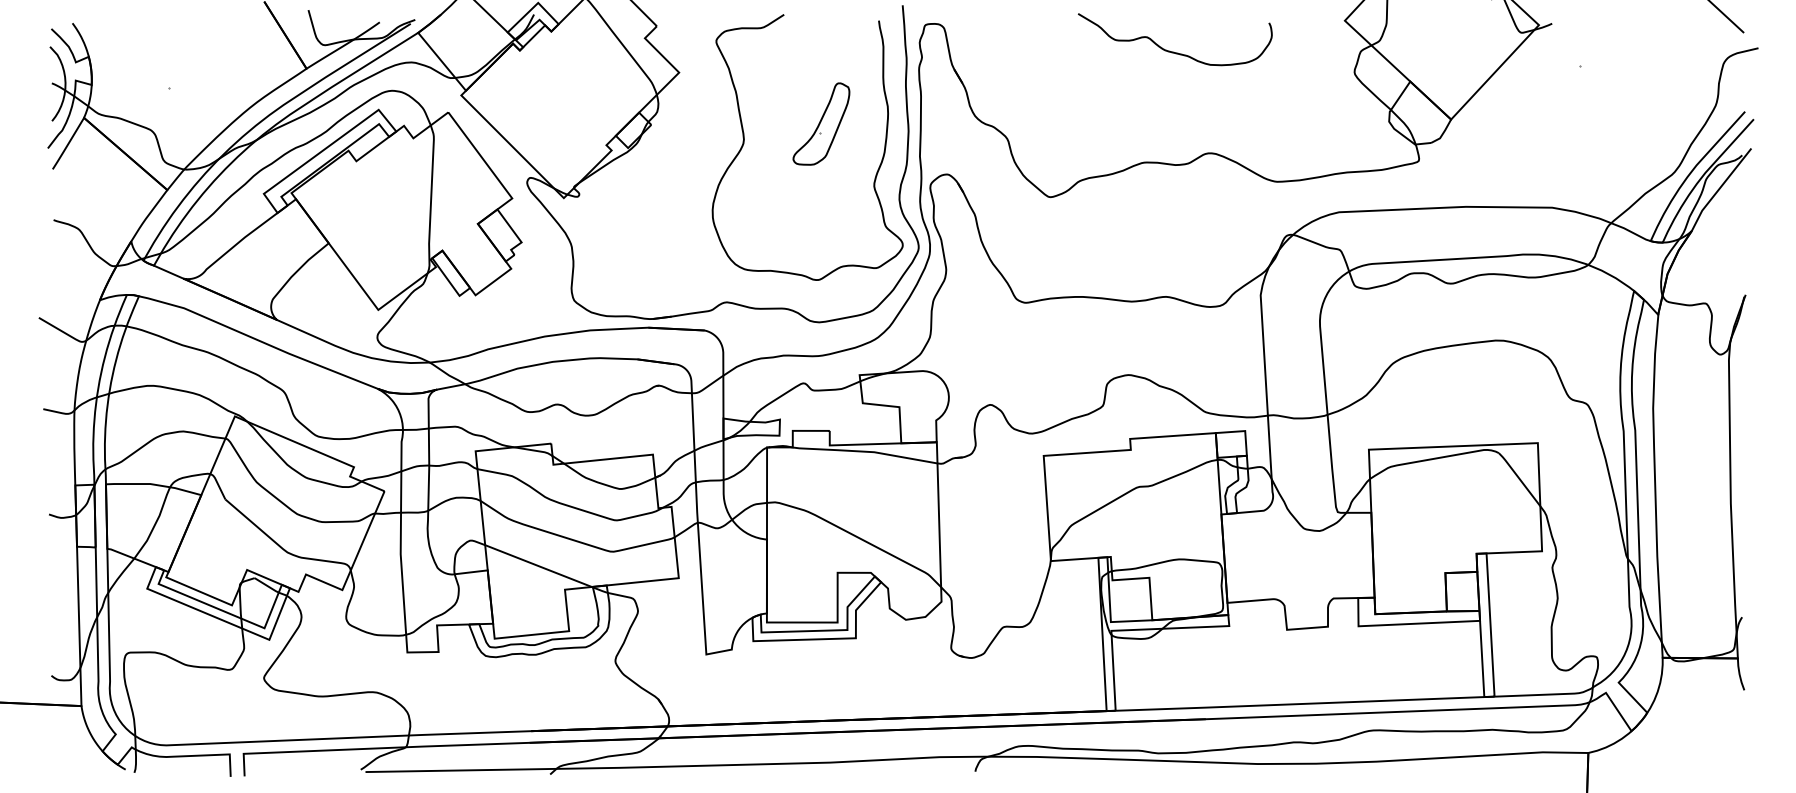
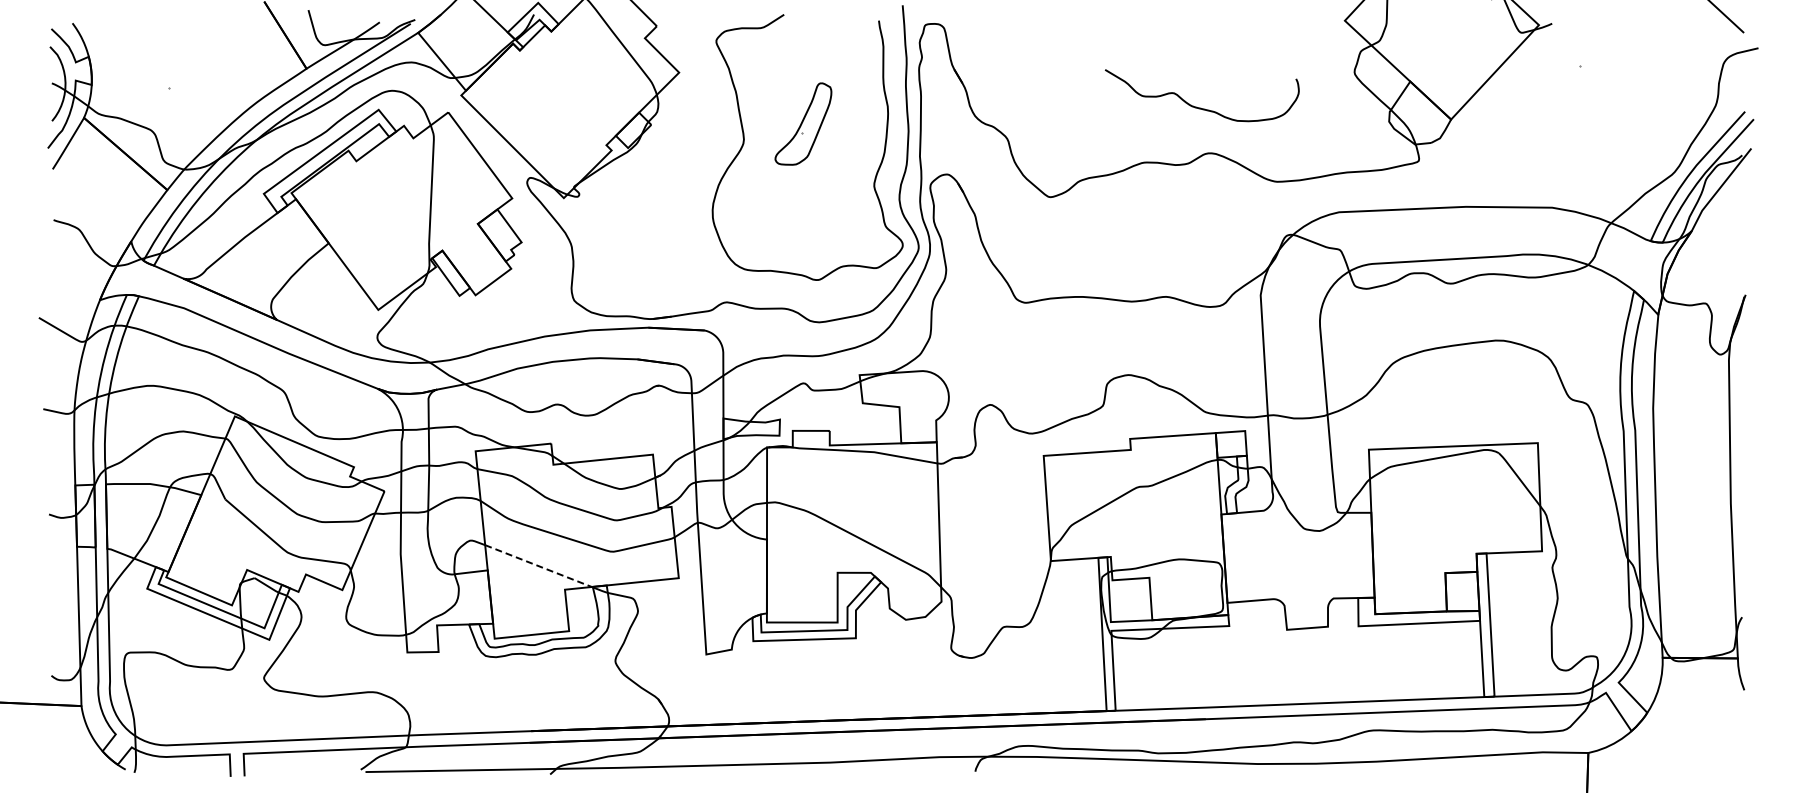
curve at (1173, 51) position: (1173, 51) -> (1200, 107)
part at (821, 123) position: (821, 123) -> (803, 123)
line at (539, 566): solid -> dashed
